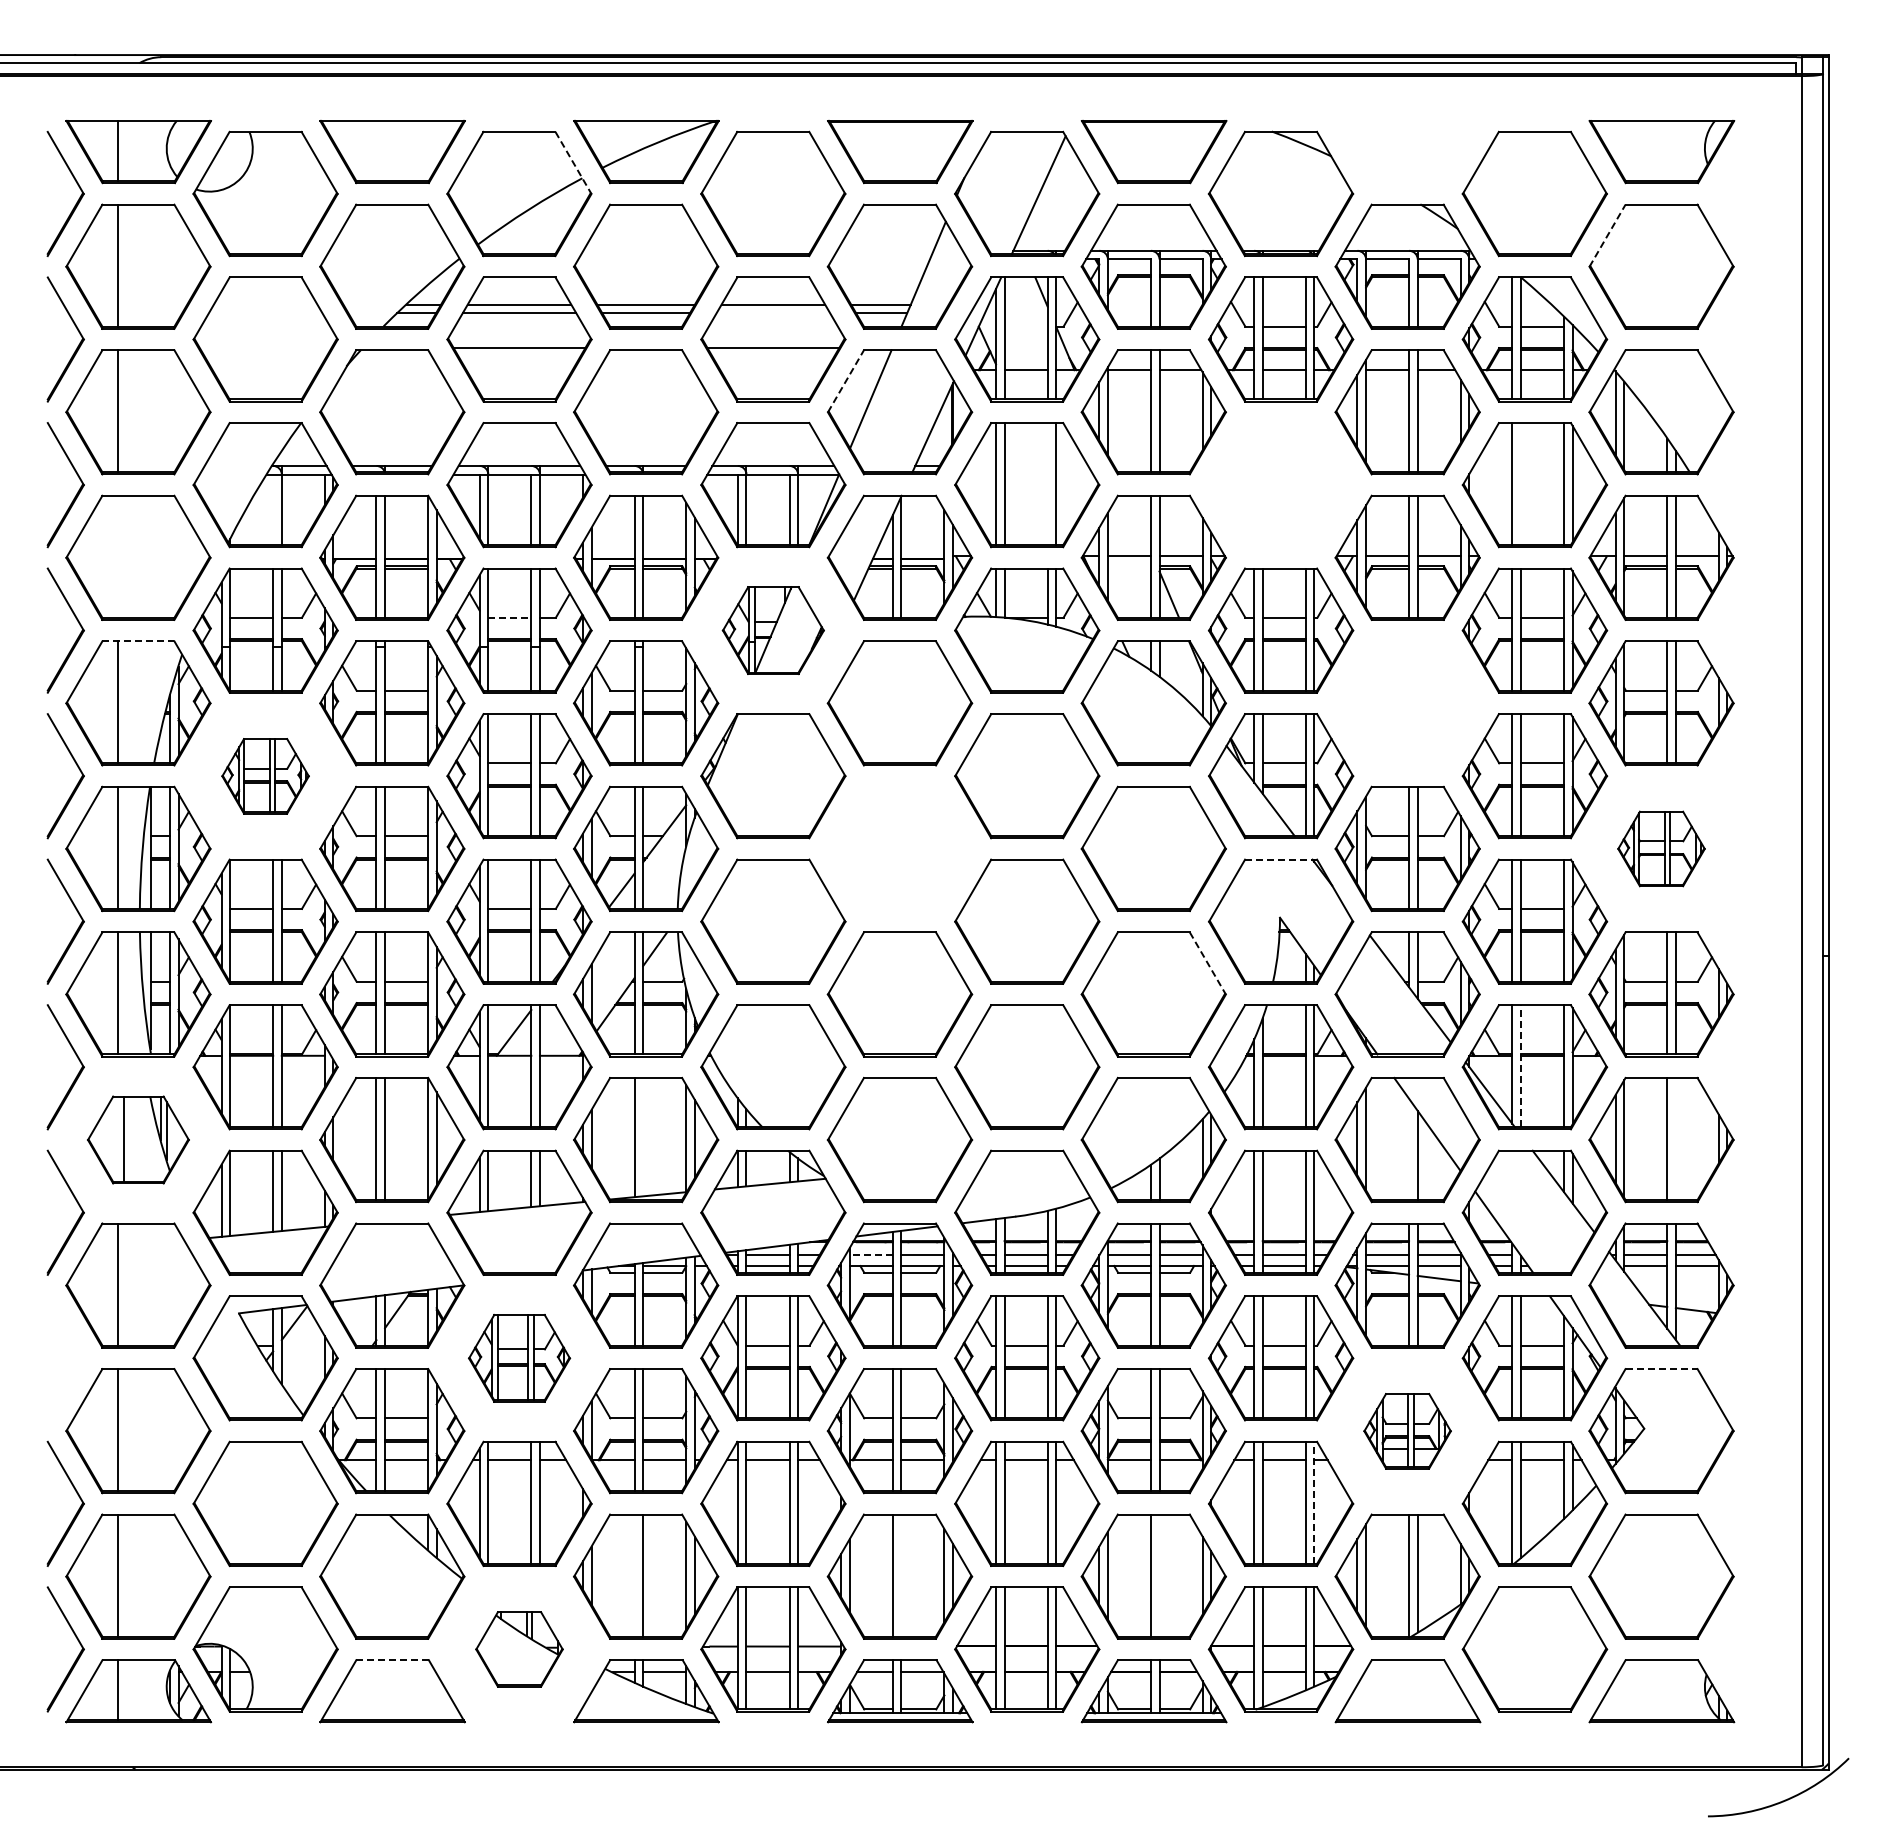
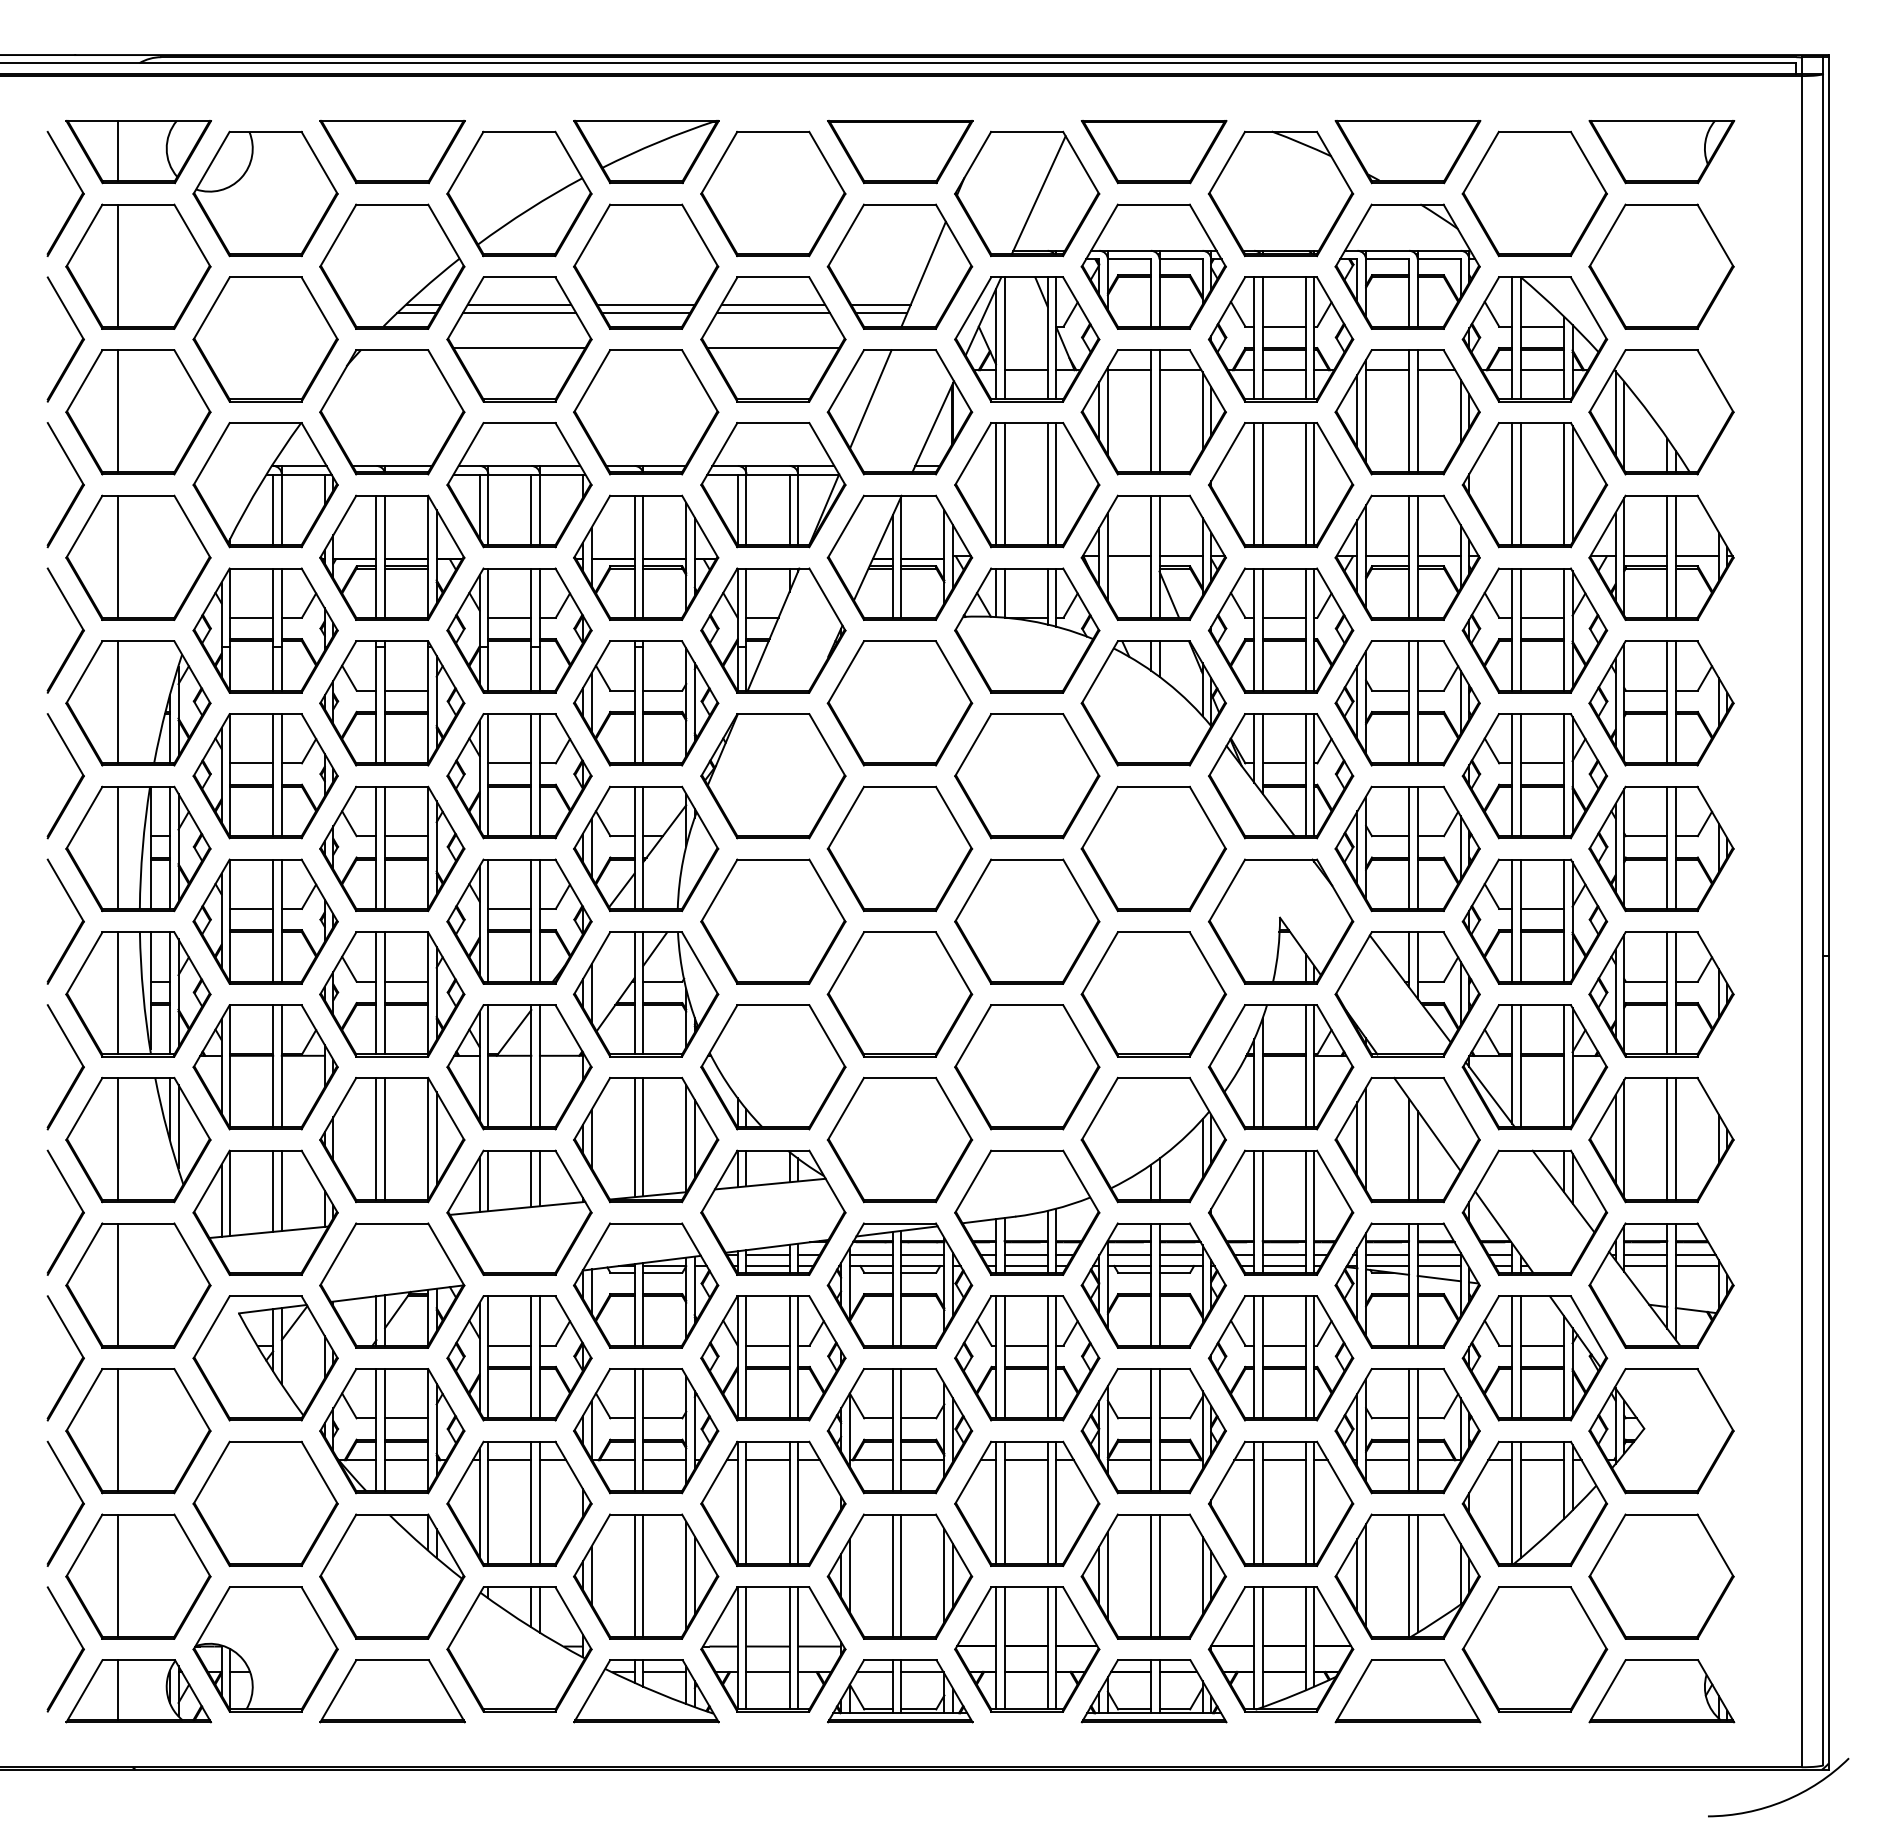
part at (1407, 152): none -> present
line at (573, 162): dashed -> solid
line at (1607, 235): dashed -> solid
line at (773, 313): none -> present
line at (845, 381): dashed -> solid
line at (1047, 484): none -> present
line at (1520, 484): none -> present
part at (1281, 485): none -> present
line at (273, 509): none -> present
line at (118, 556): none -> present
line at (509, 617): dashed -> solid
part at (772, 630) size: 104x90 px -> 147x127 px
line at (138, 641): dashed -> solid
part at (1407, 703): none -> present
part at (265, 776) size: 89x77 px -> 147x127 px
part at (899, 848): none -> present
part at (1661, 848) size: 89x78 px -> 147x128 px
line at (1281, 859): dashed -> solid
line at (1207, 963): dashed -> solid
line at (1520, 1065): dashed -> solid
line at (643, 1136): none -> present
line at (1675, 1138): none -> present
part at (138, 1139) size: 103x90 px -> 147x128 px
line at (1409, 1149): none -> present
line at (871, 1255): dashed -> solid
part at (519, 1358) size: 104x89 px -> 147x127 px
part at (76, 1366): none -> present
line at (1662, 1369): dashed -> solid
part at (1407, 1431) size: 89x77 px -> 147x127 px
line at (1314, 1502): dashed -> solid
line at (634, 1575): none -> present
line at (901, 1575): none -> present
line at (1159, 1575): none -> present
part at (519, 1649) size: 89x77 px -> 147x127 px
line at (392, 1660): dashed -> solid
